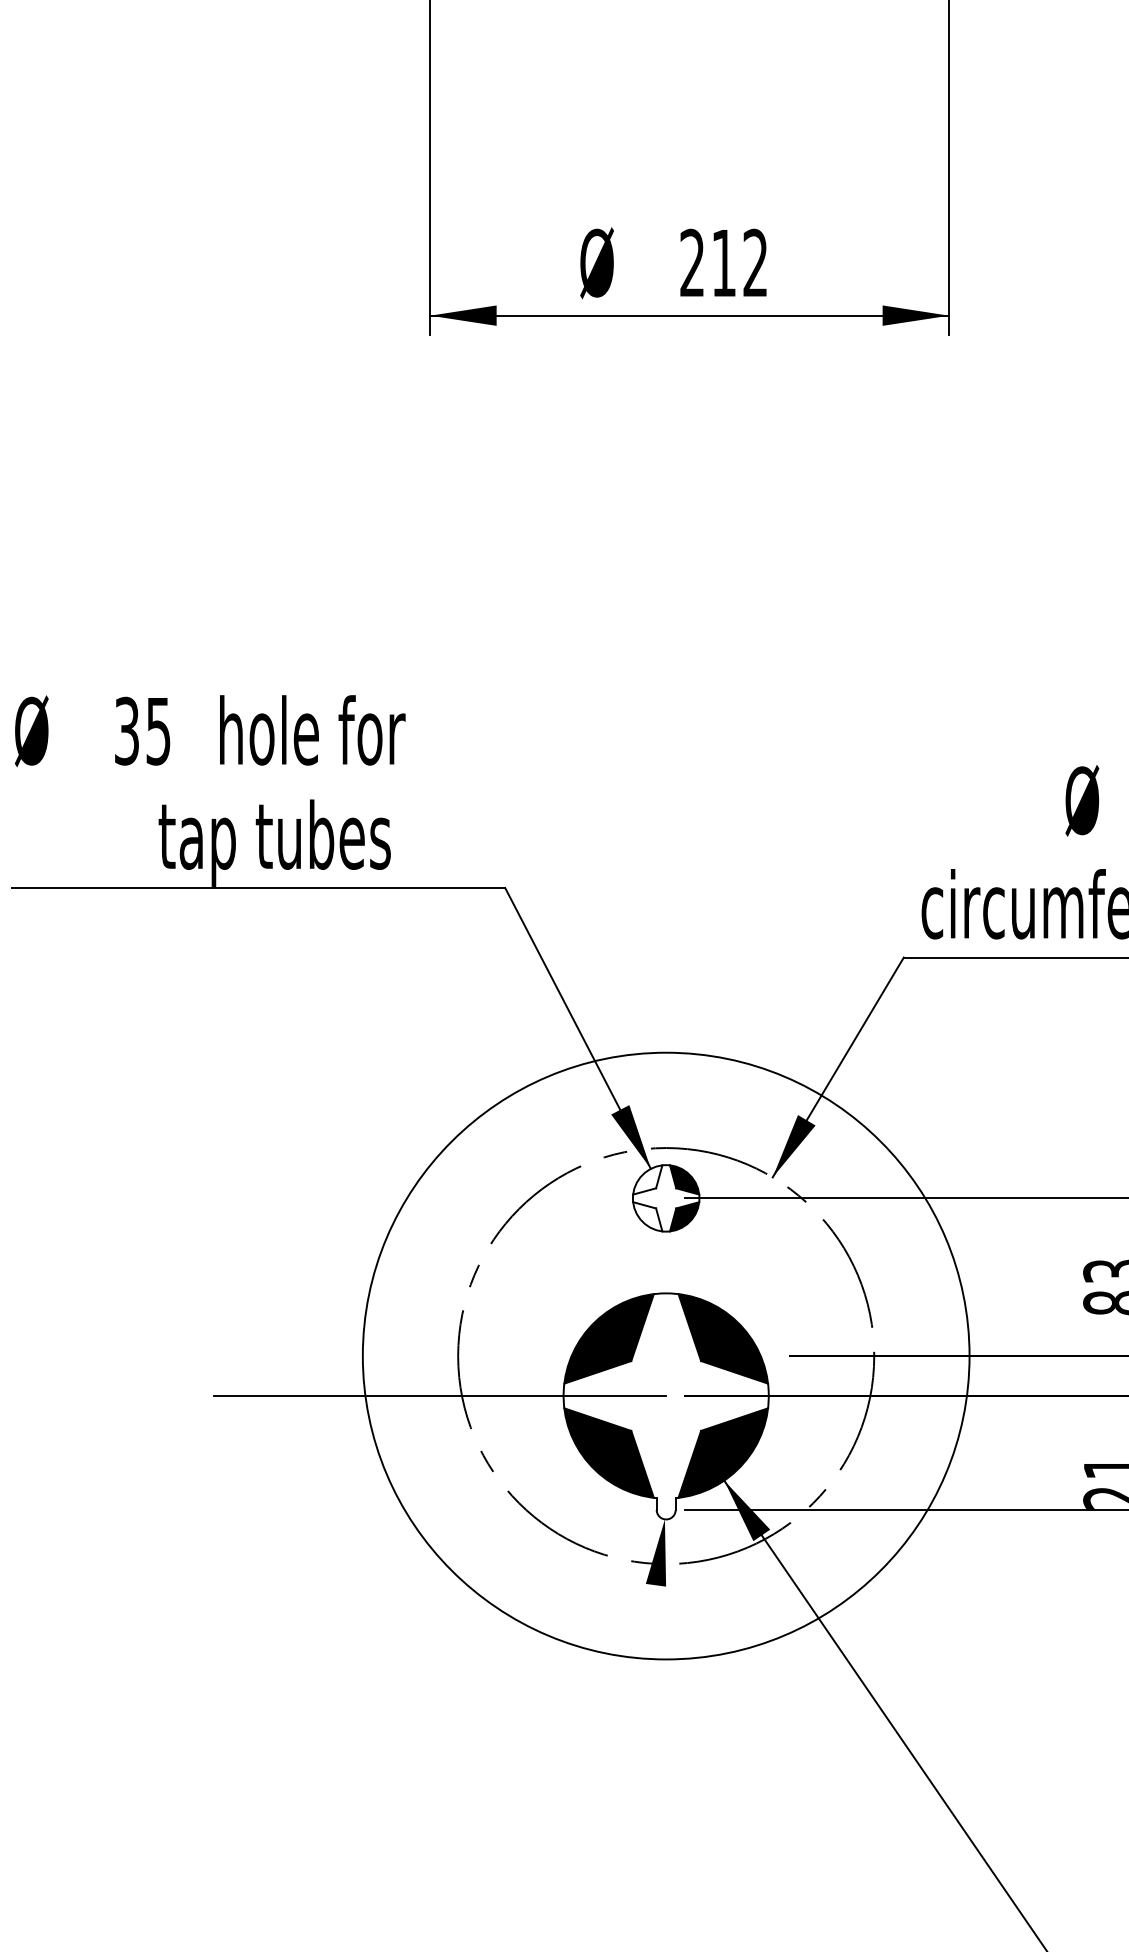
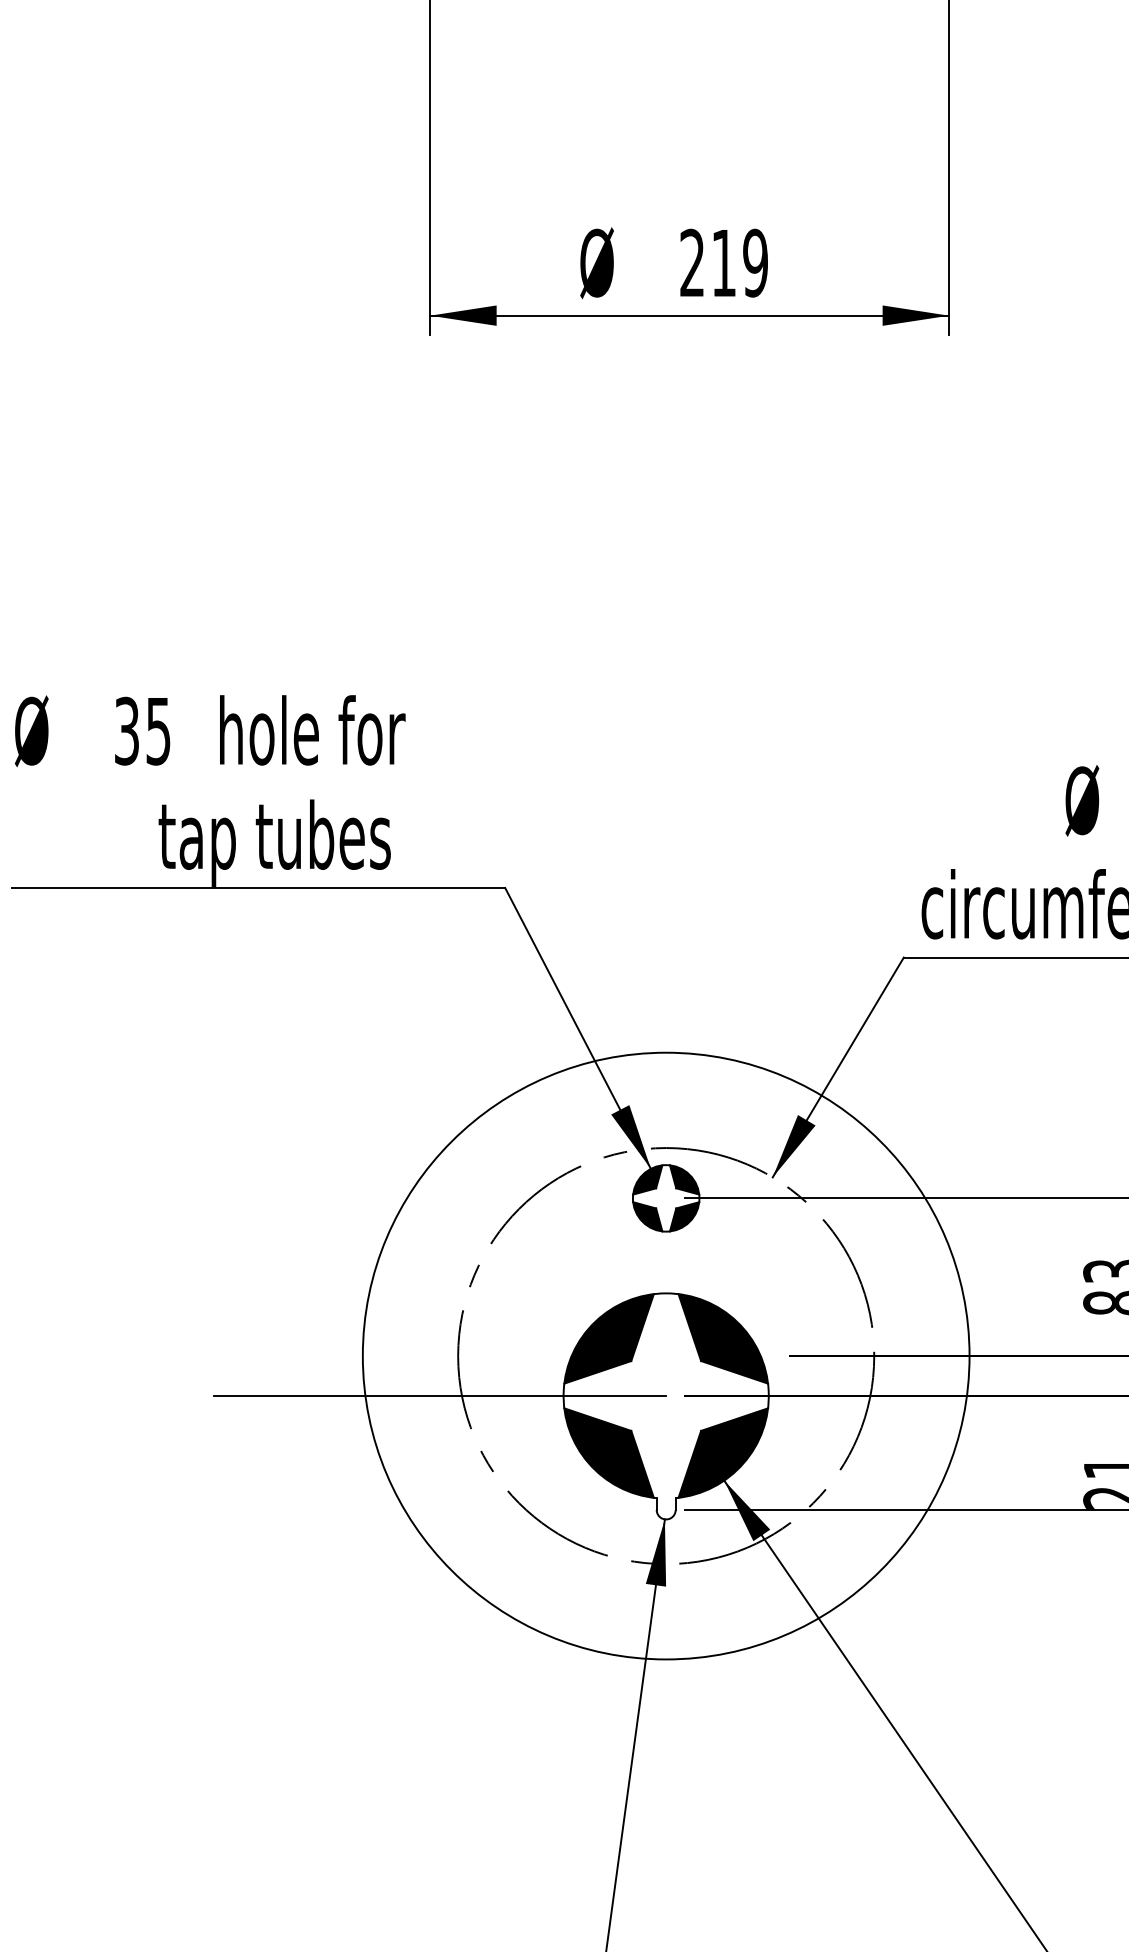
text at (755, 262): 212 -> 219
fill at (647, 1179): none -> present
fill at (647, 1216): none -> present
line at (635, 1733): none -> present
